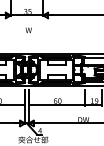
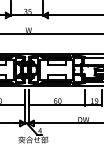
line at (51, 34): none -> present
